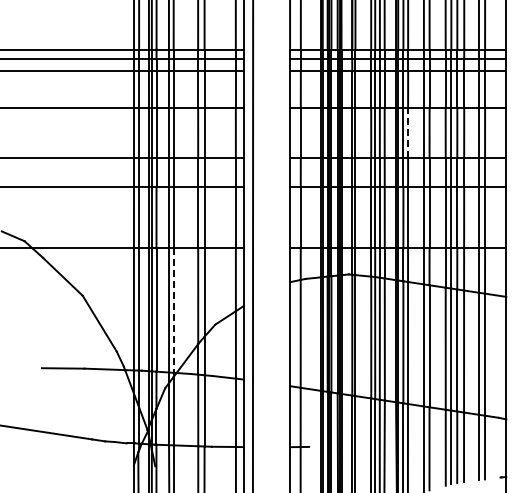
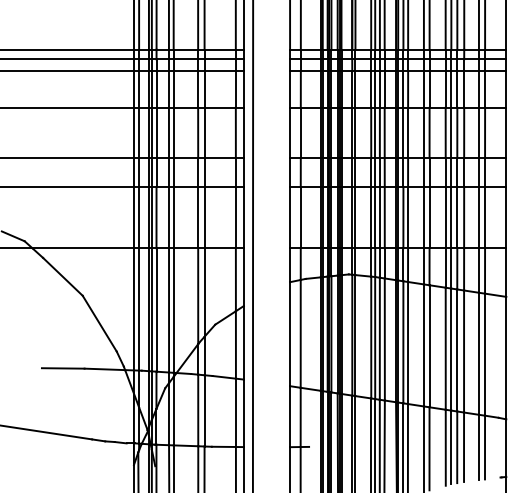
line at (408, 132): dashed -> solid
line at (173, 311): dashed -> solid
